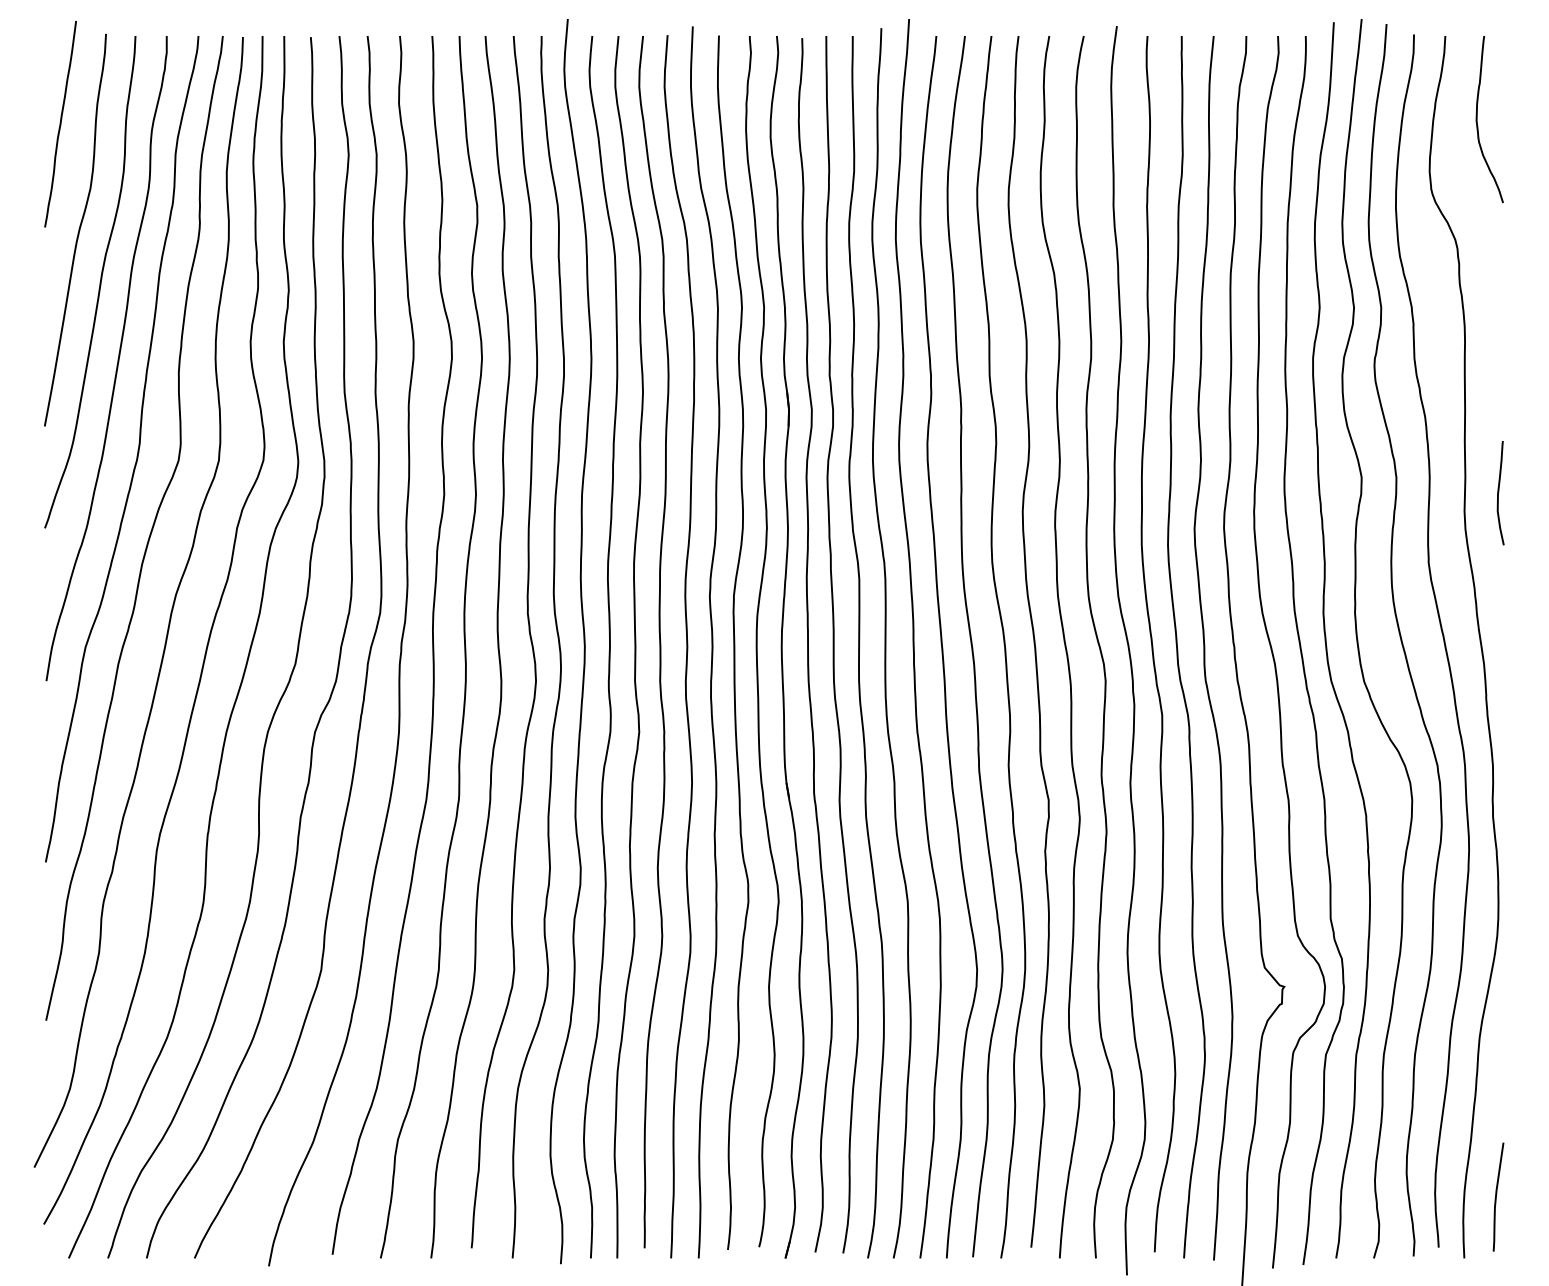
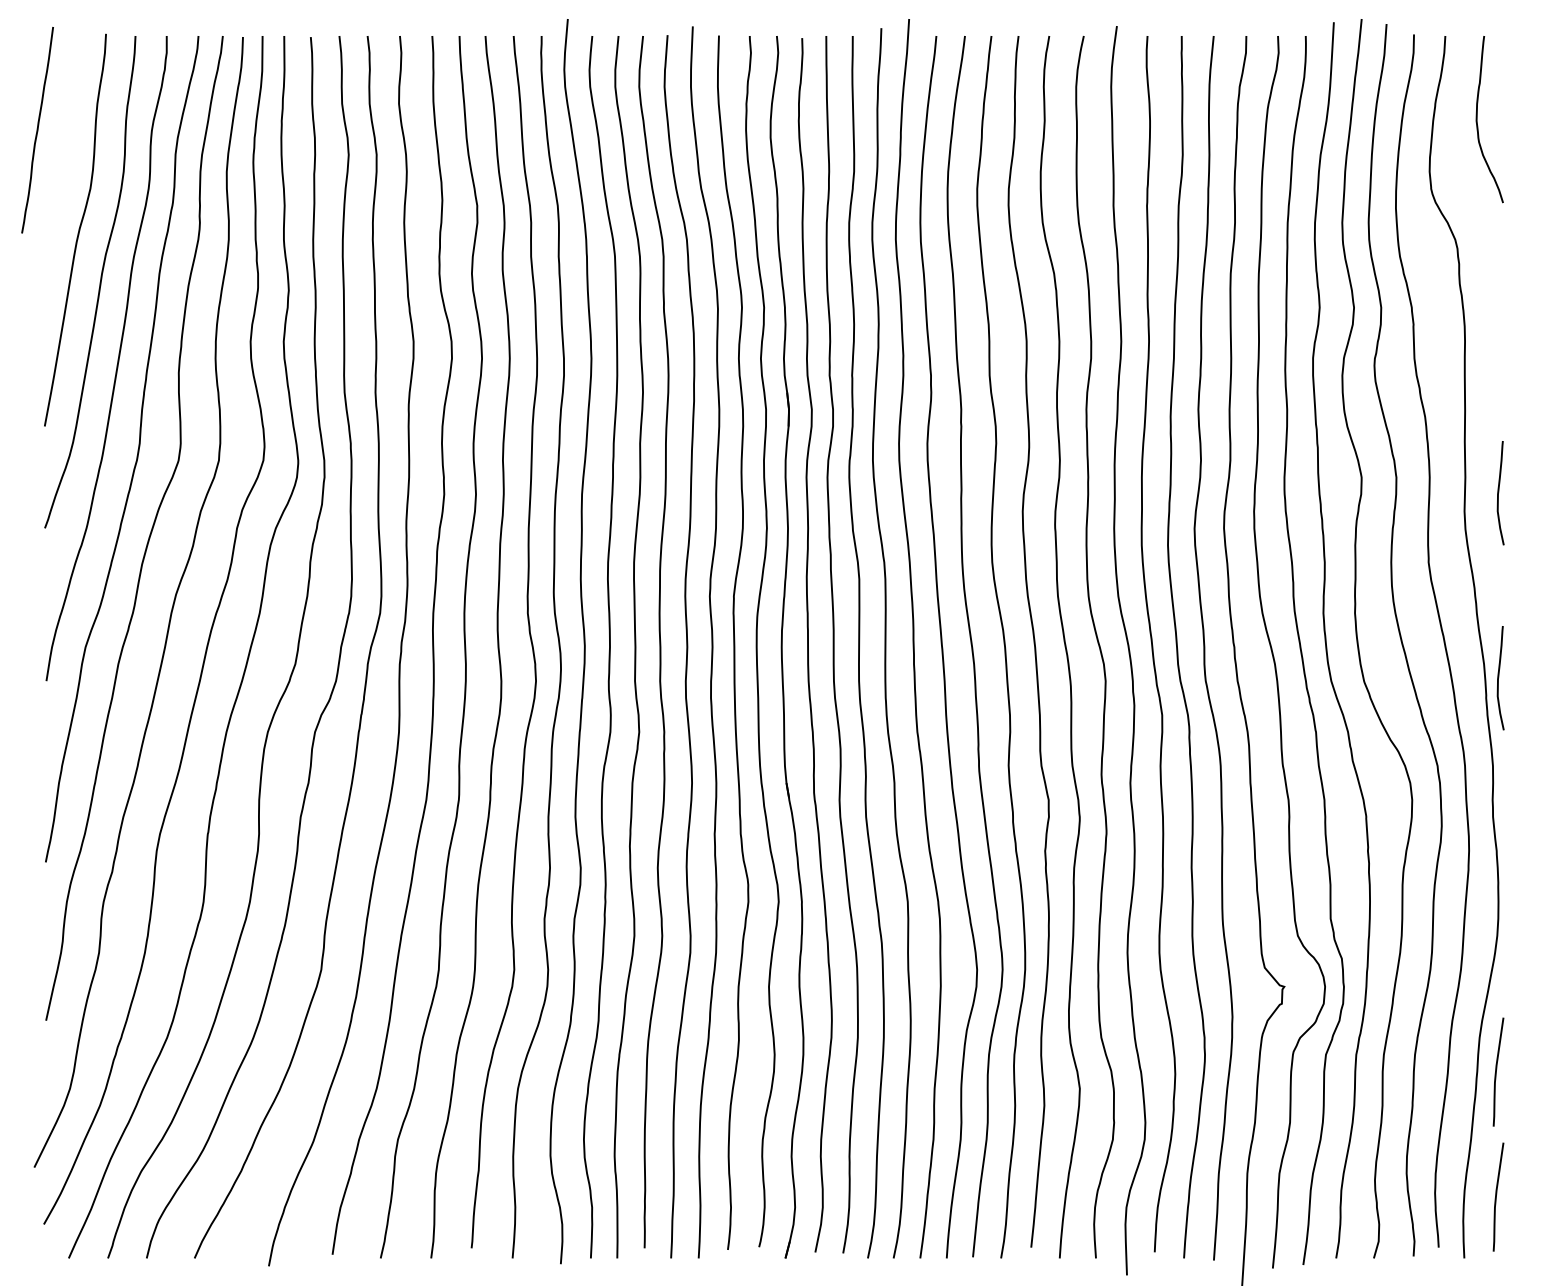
curve at (60, 124) position: (60, 124) -> (37, 130)
curve at (1499, 677): none -> present
curve at (1496, 1071): none -> present
